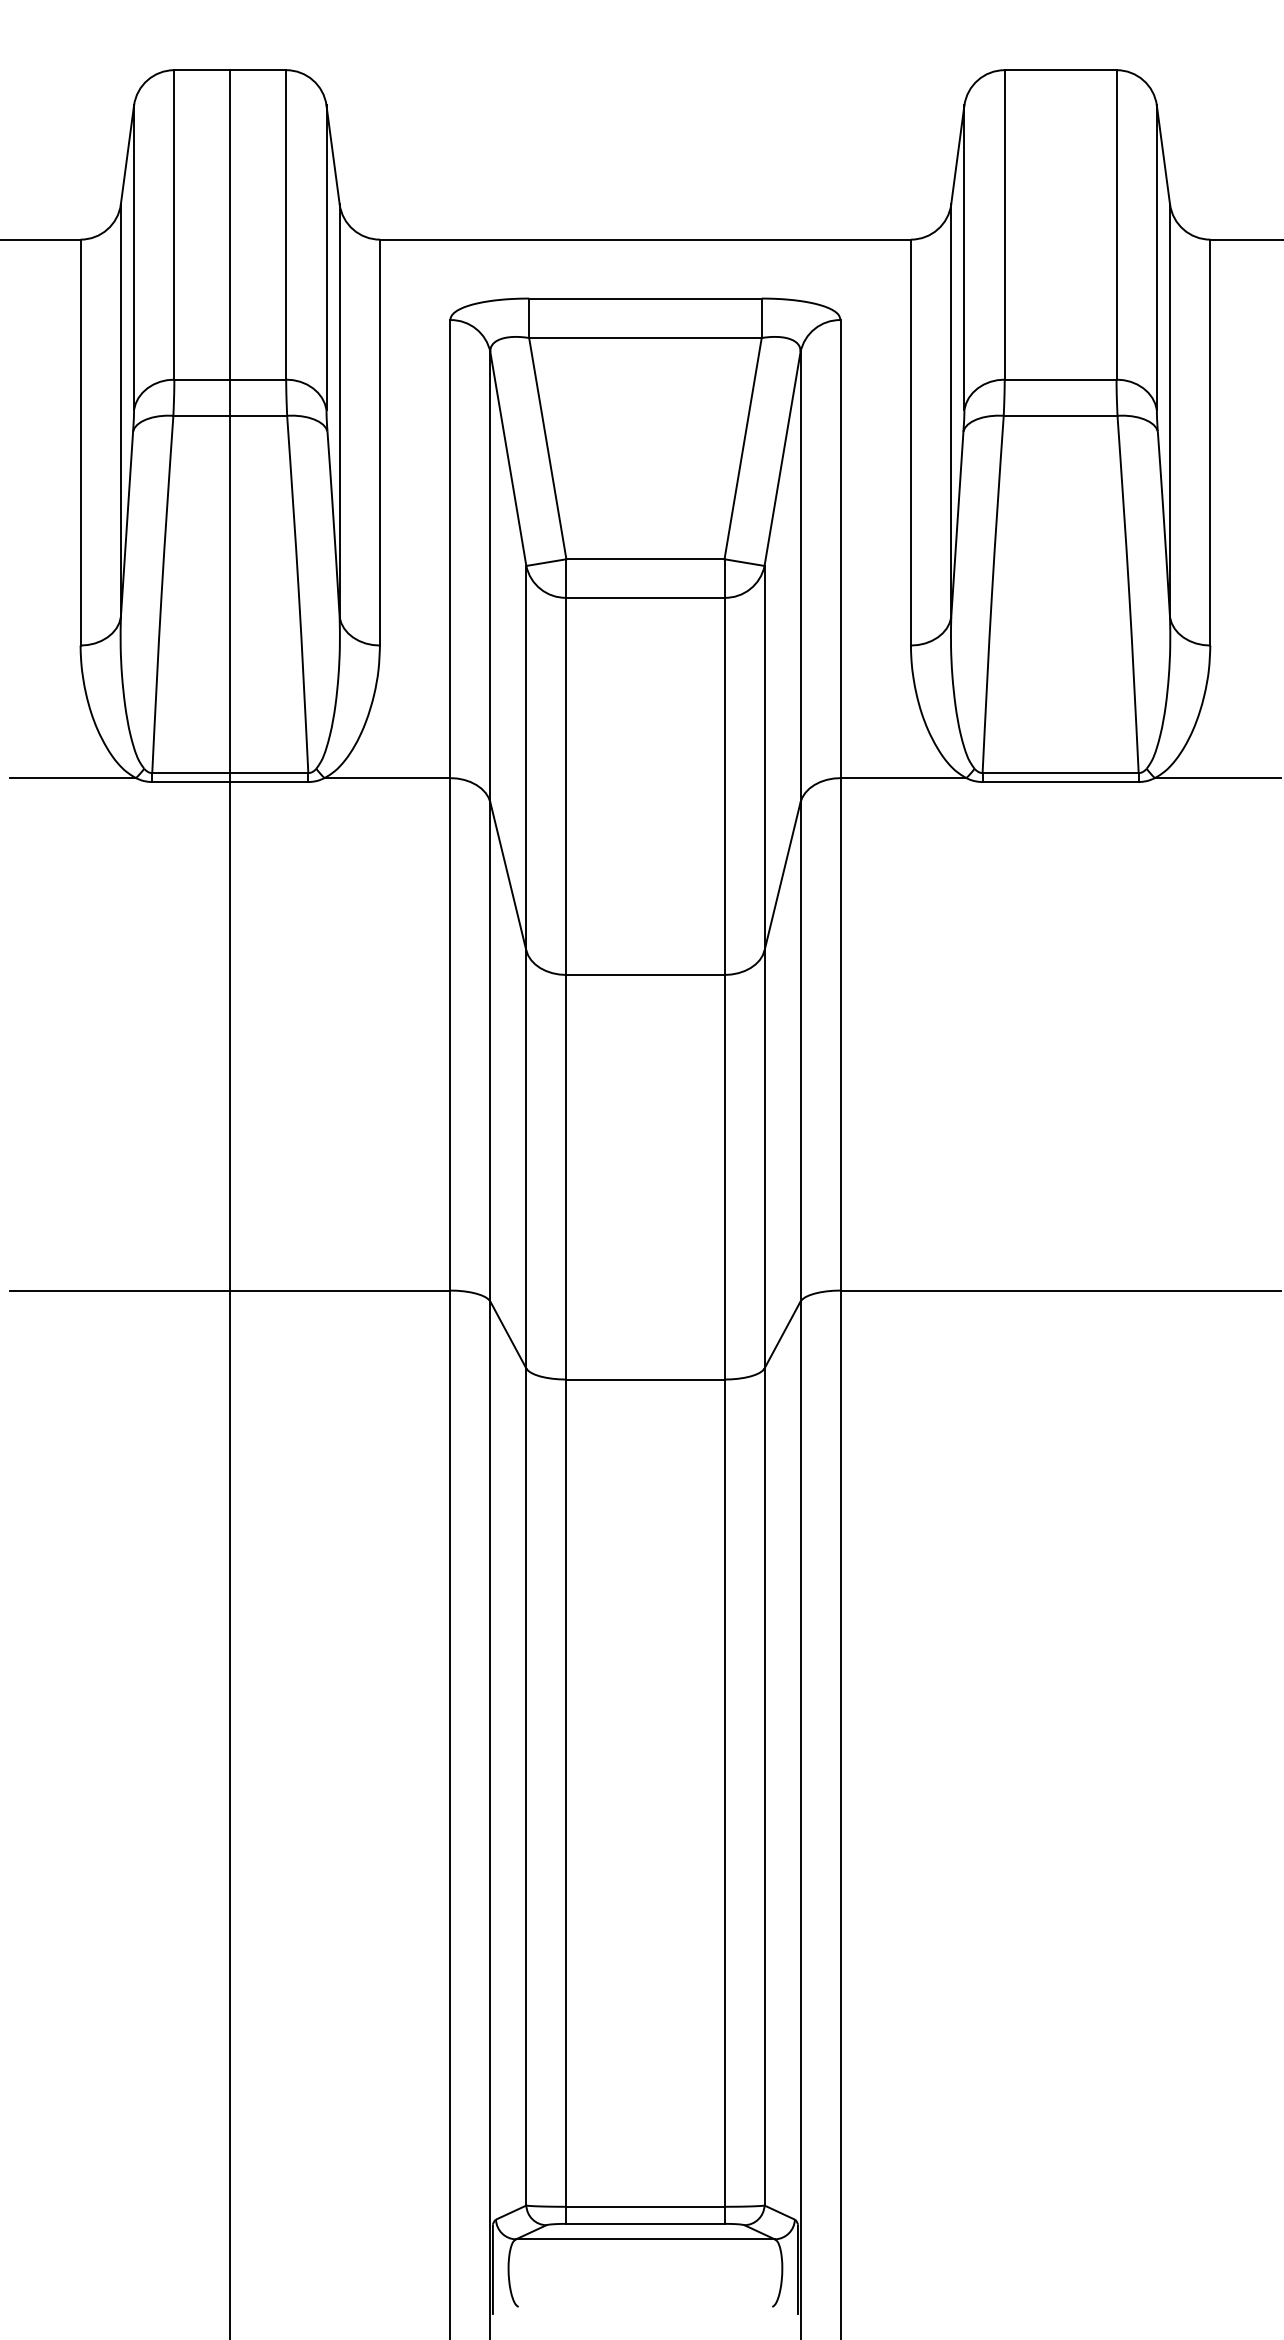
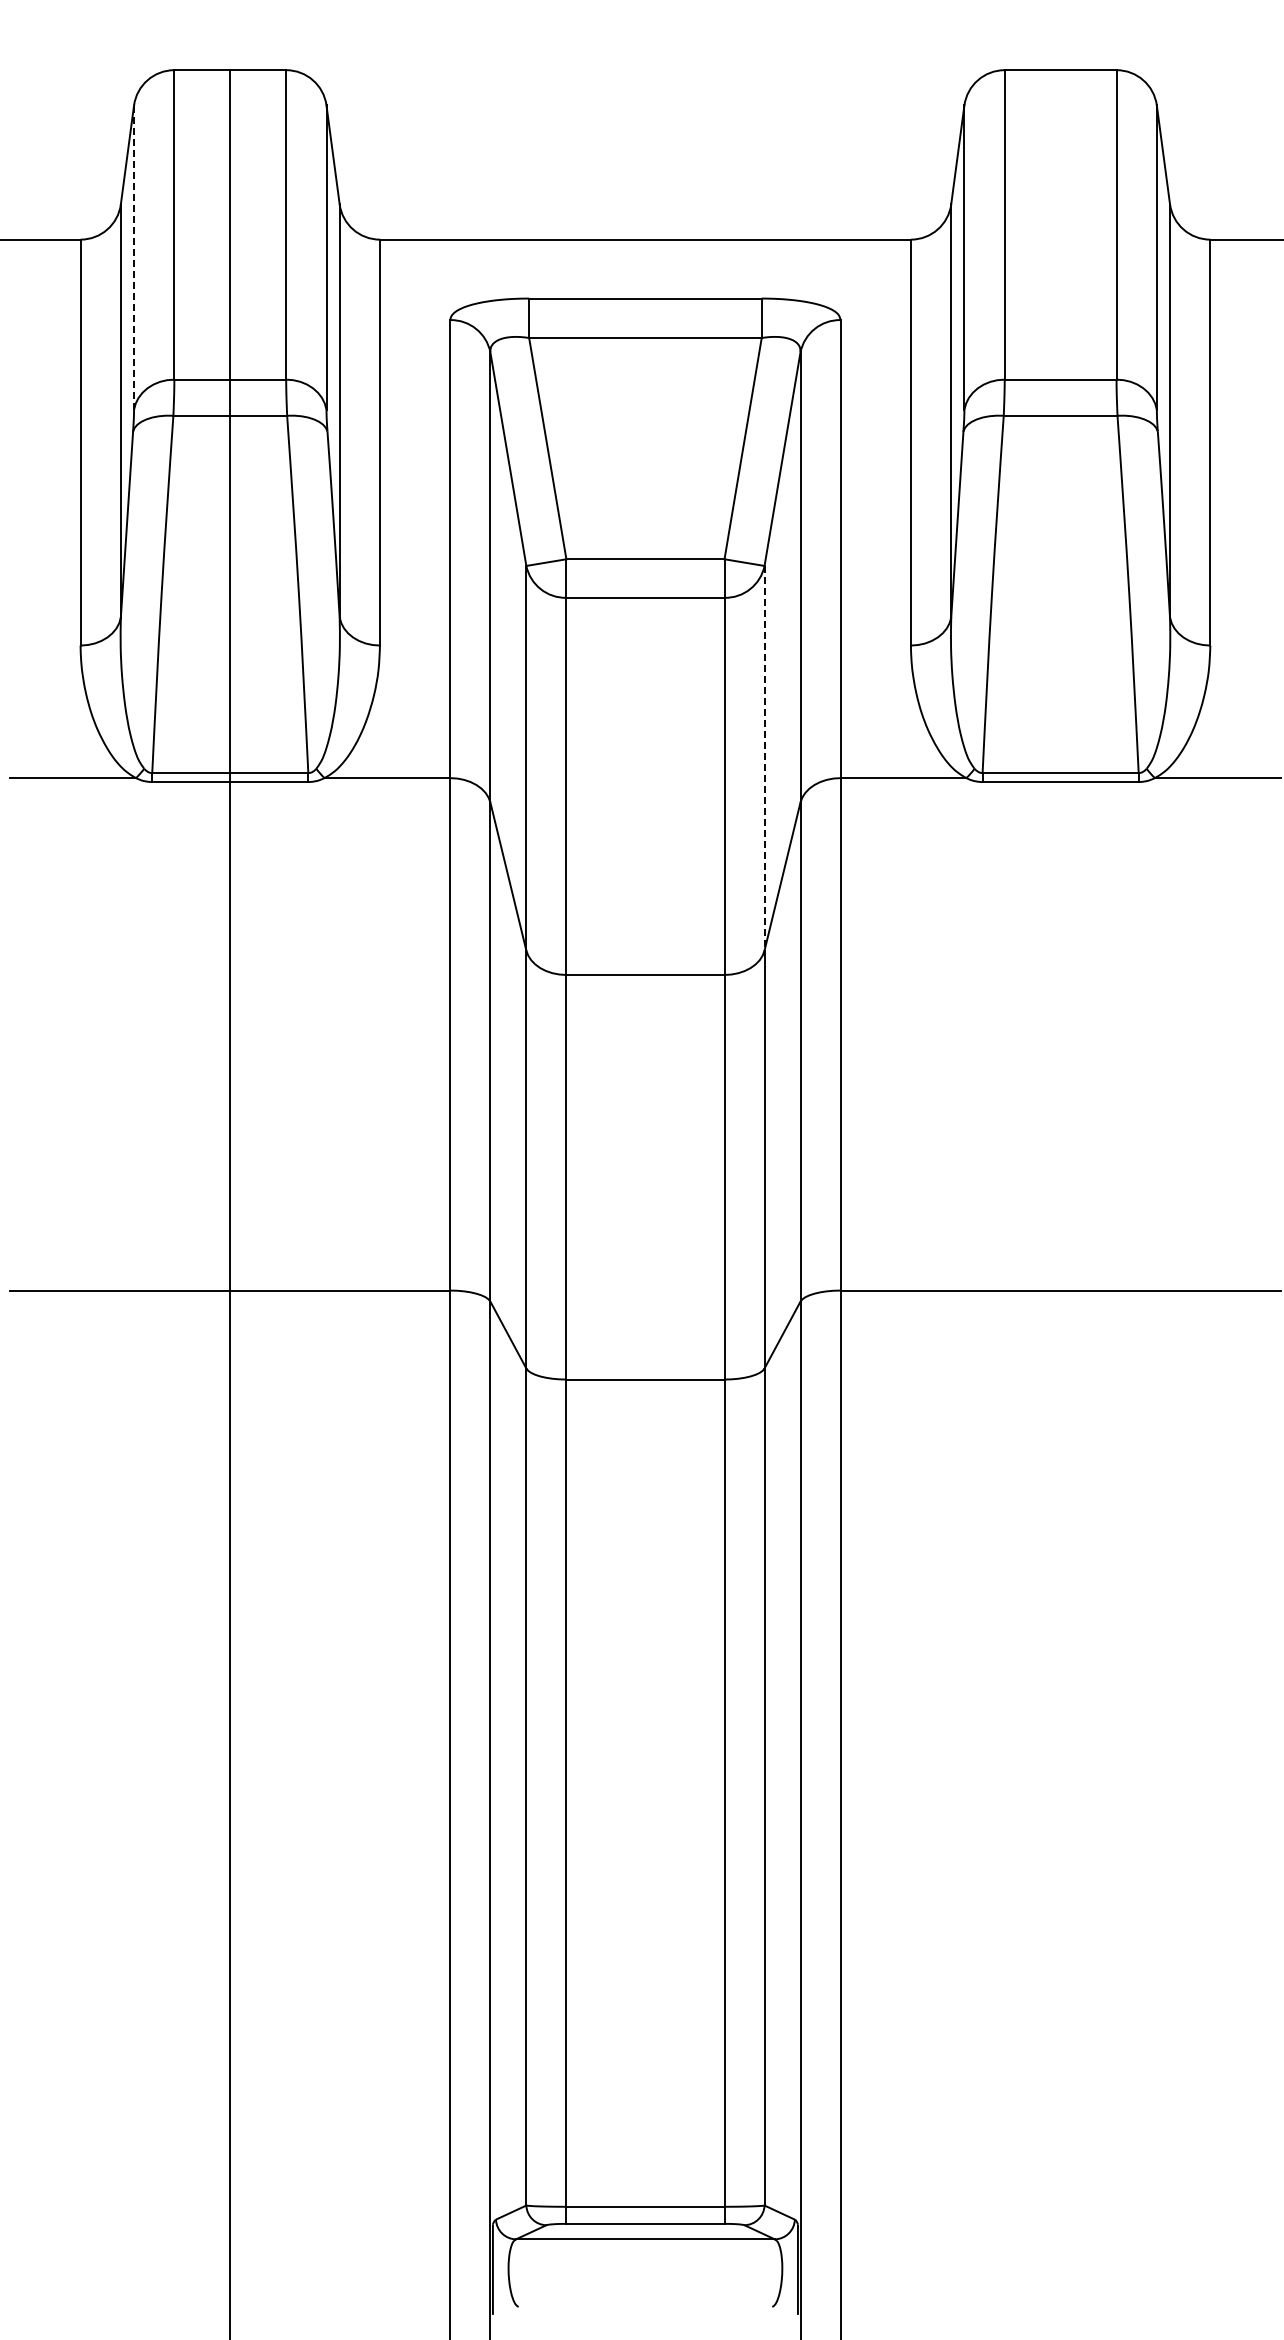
line at (134, 257): solid -> dashed
line at (764, 758): solid -> dashed
